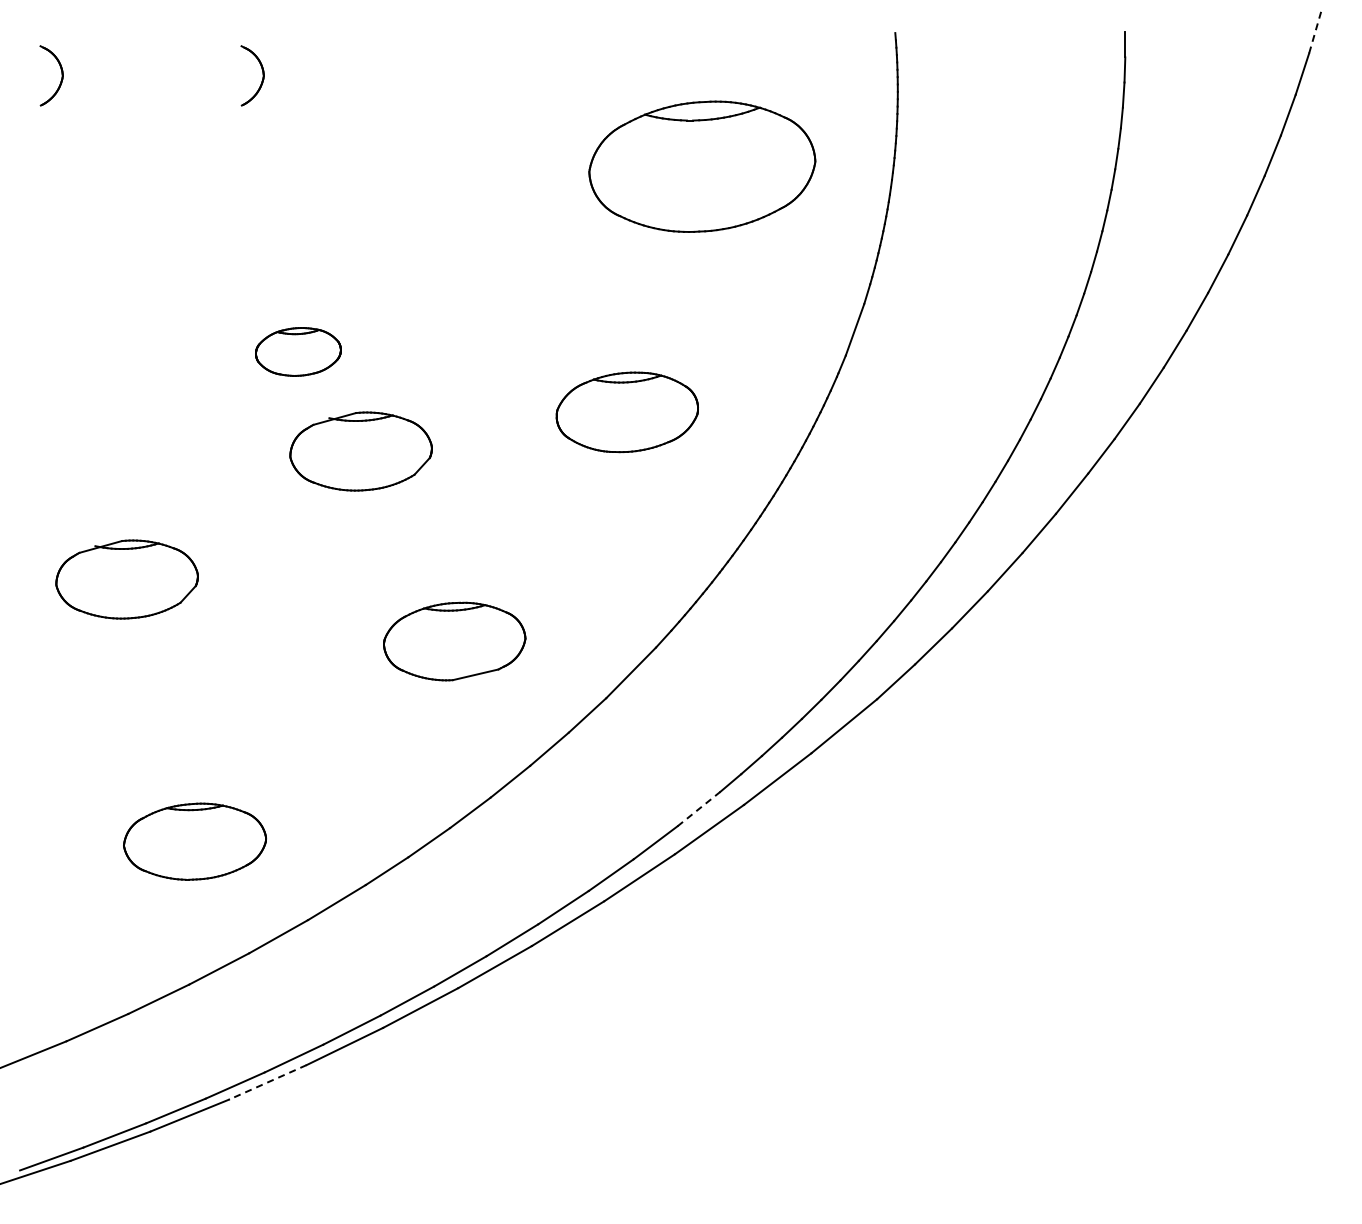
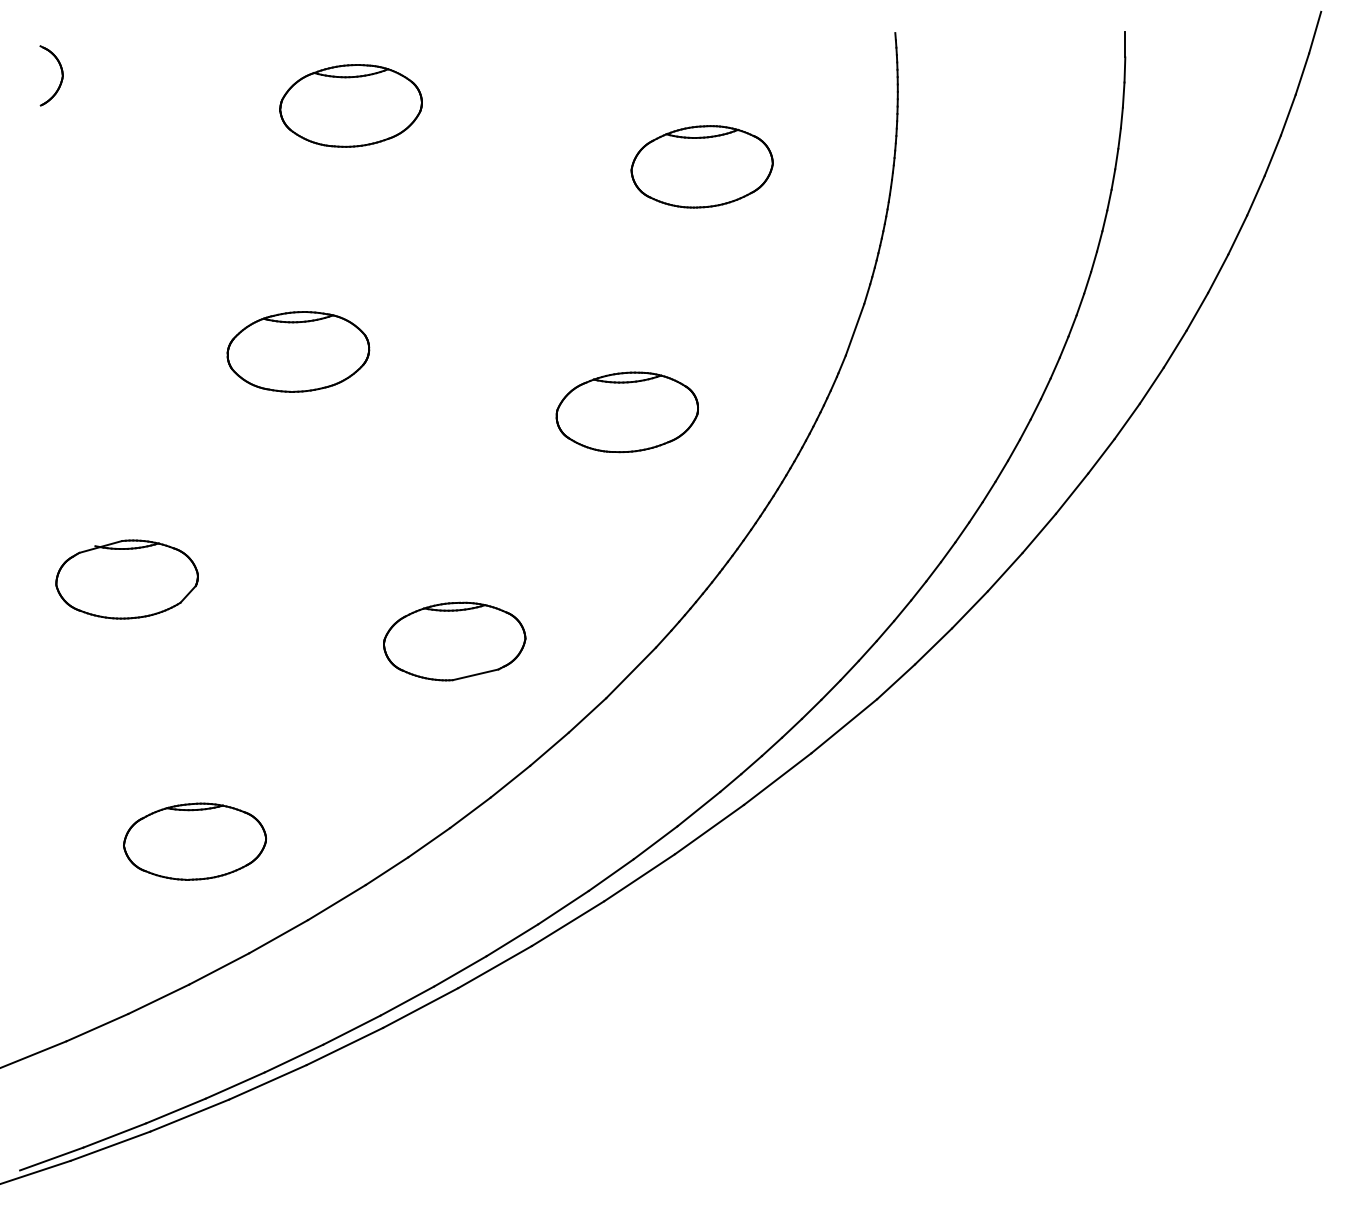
line at (1315, 32): dashed -> solid
part at (262, 75): present -> none
part at (350, 105): none -> present
part at (702, 166) size: 229x133 px -> 144x84 px
part at (298, 351) size: 87x50 px -> 145x82 px
part at (360, 451): present -> none
line at (699, 808): dashed -> solid
line at (267, 1082): dashed -> solid
